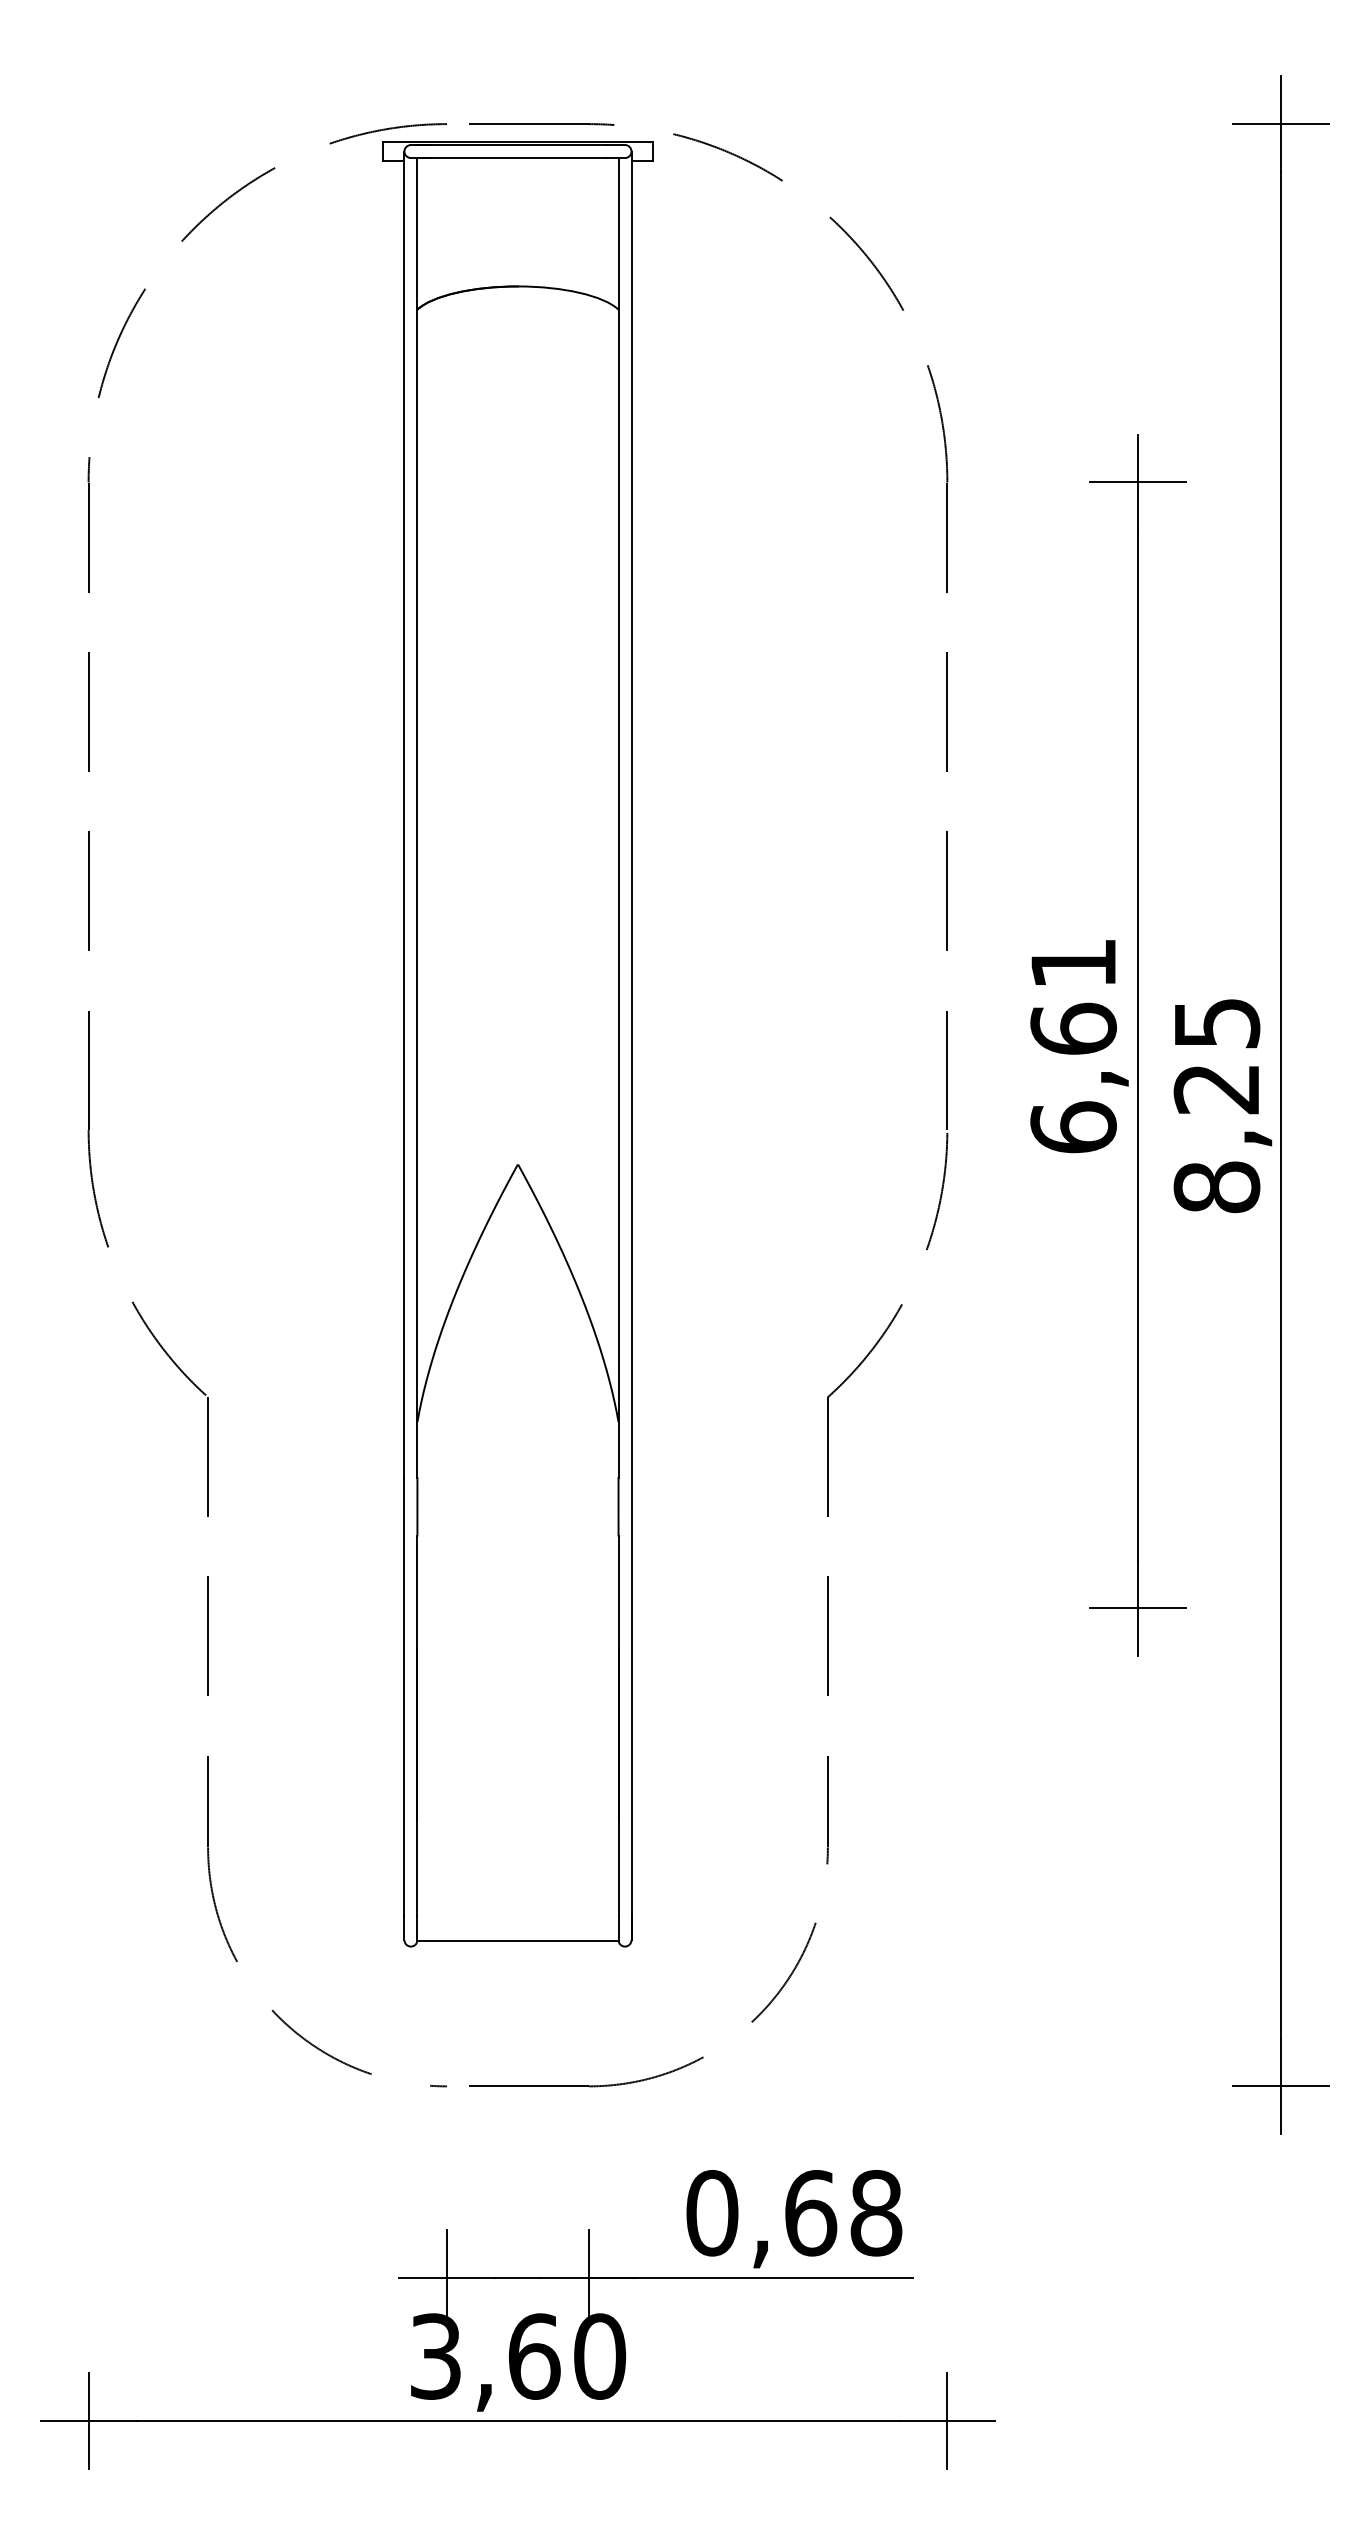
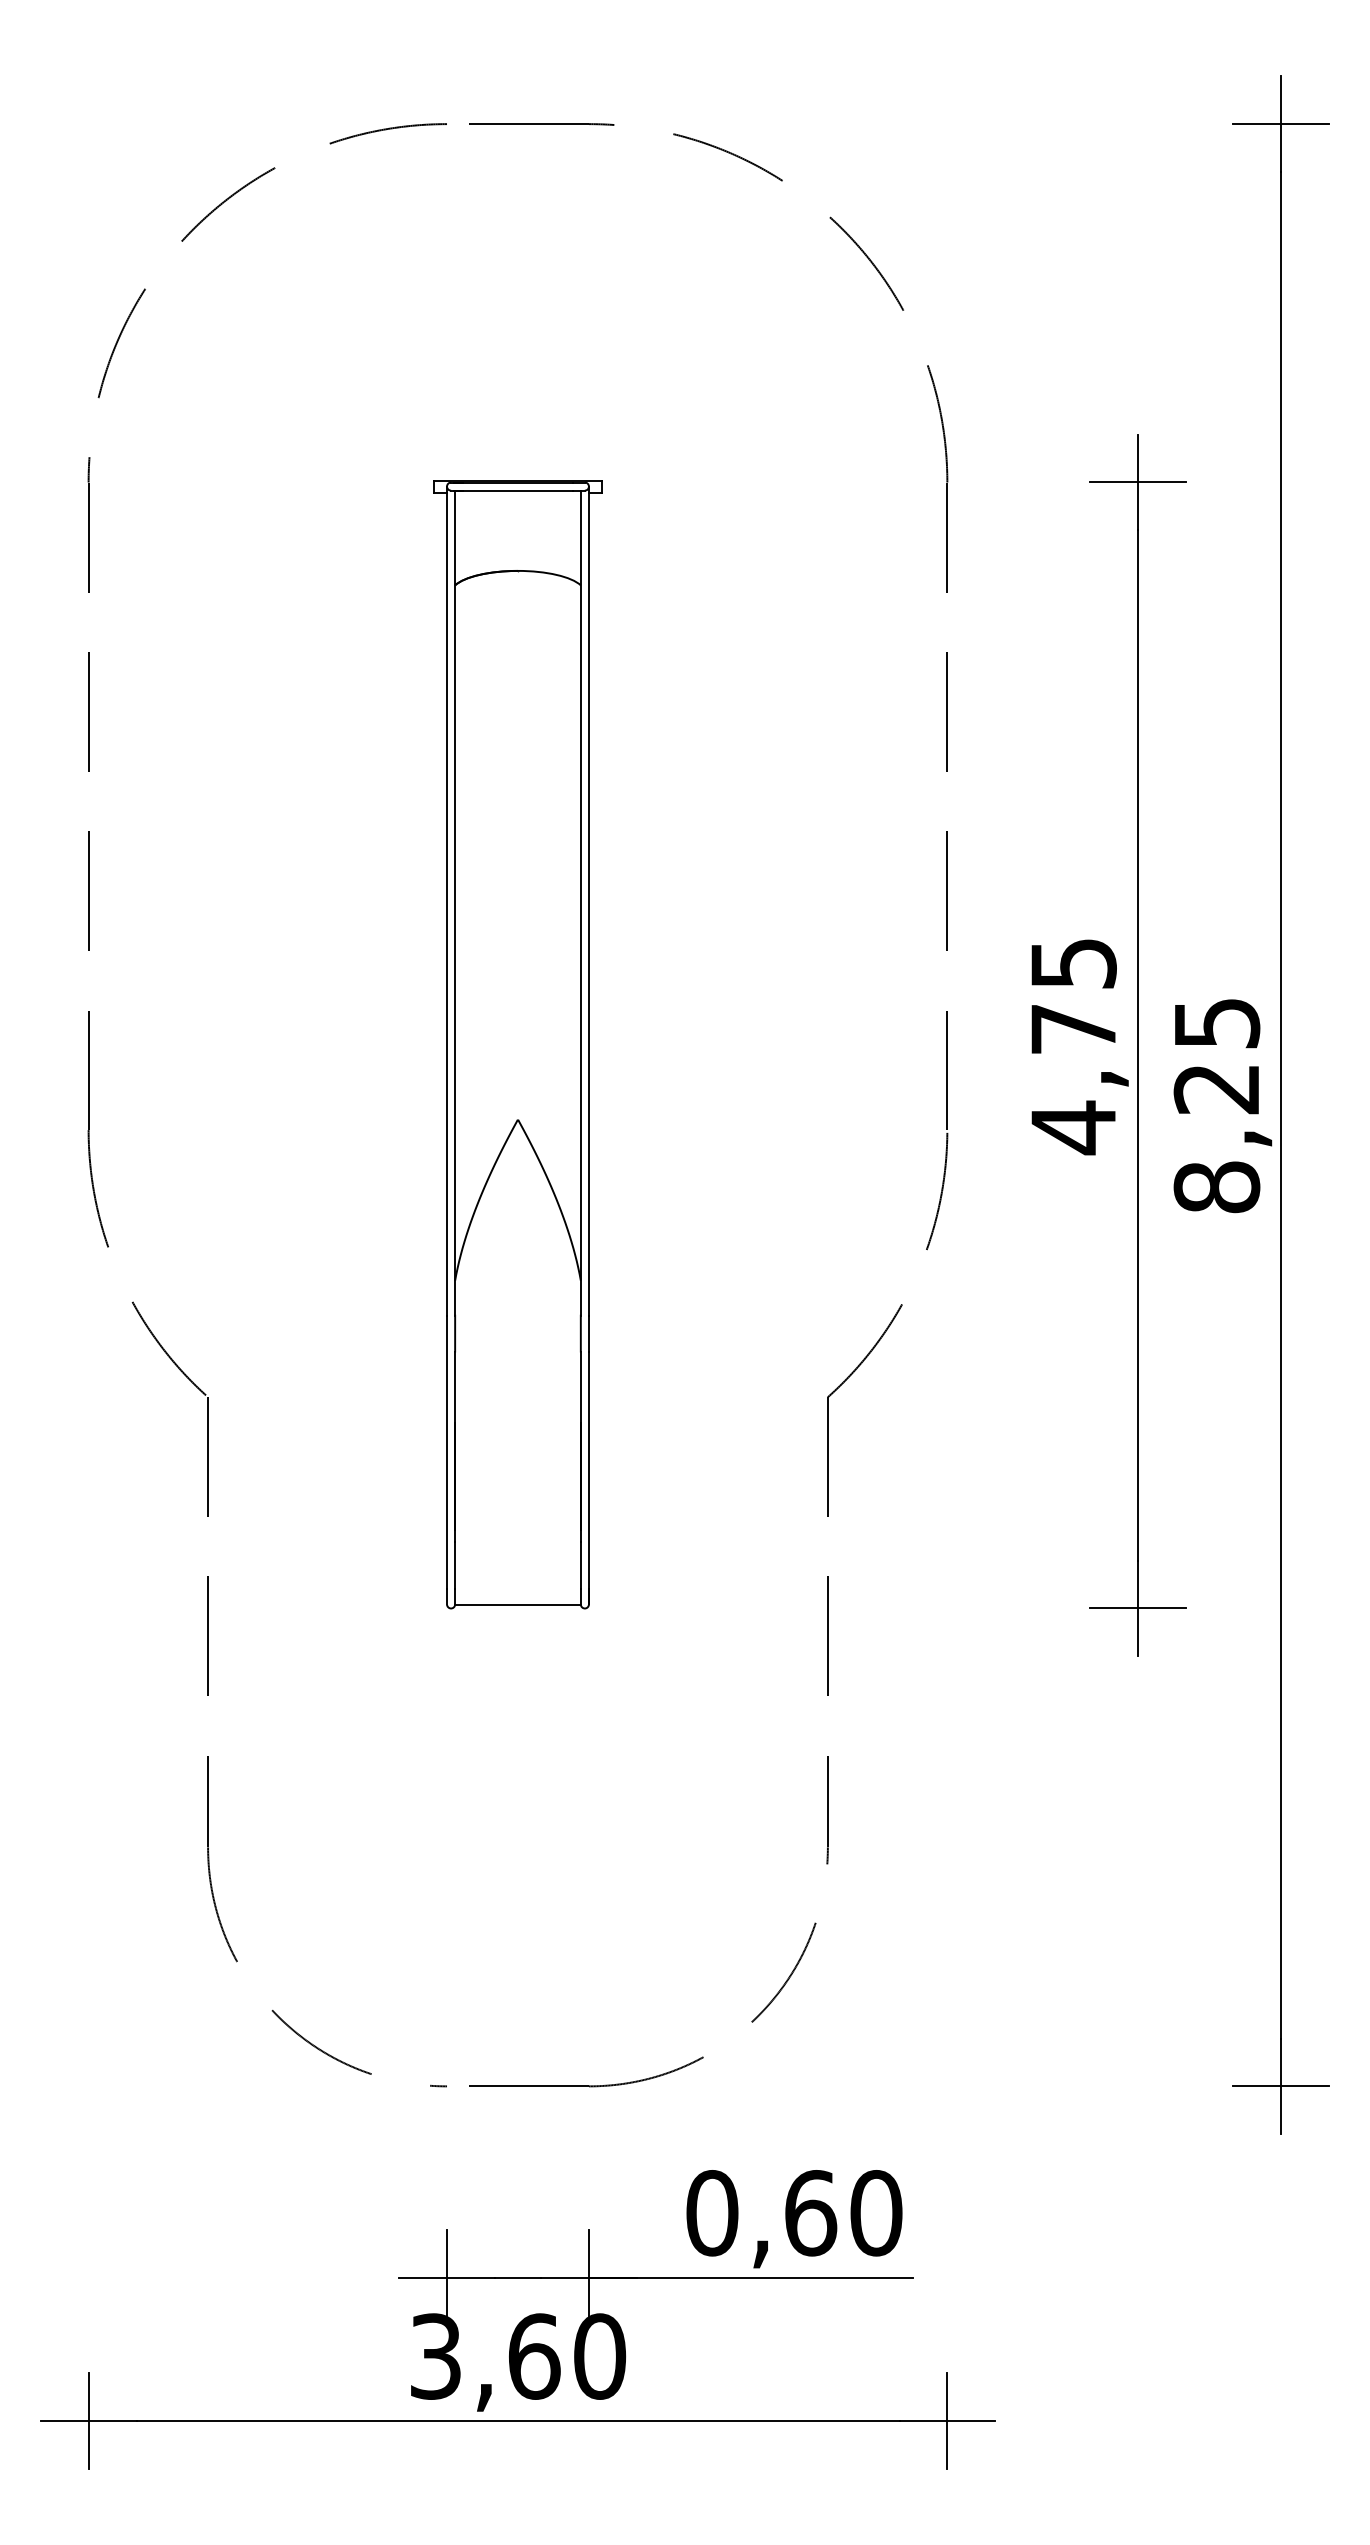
part at (517, 1044) size: 272x1807 px -> 170x1130 px
text at (1073, 1047): 6,61 -> 4,75
text at (876, 2213): 0,68 -> 0,60
